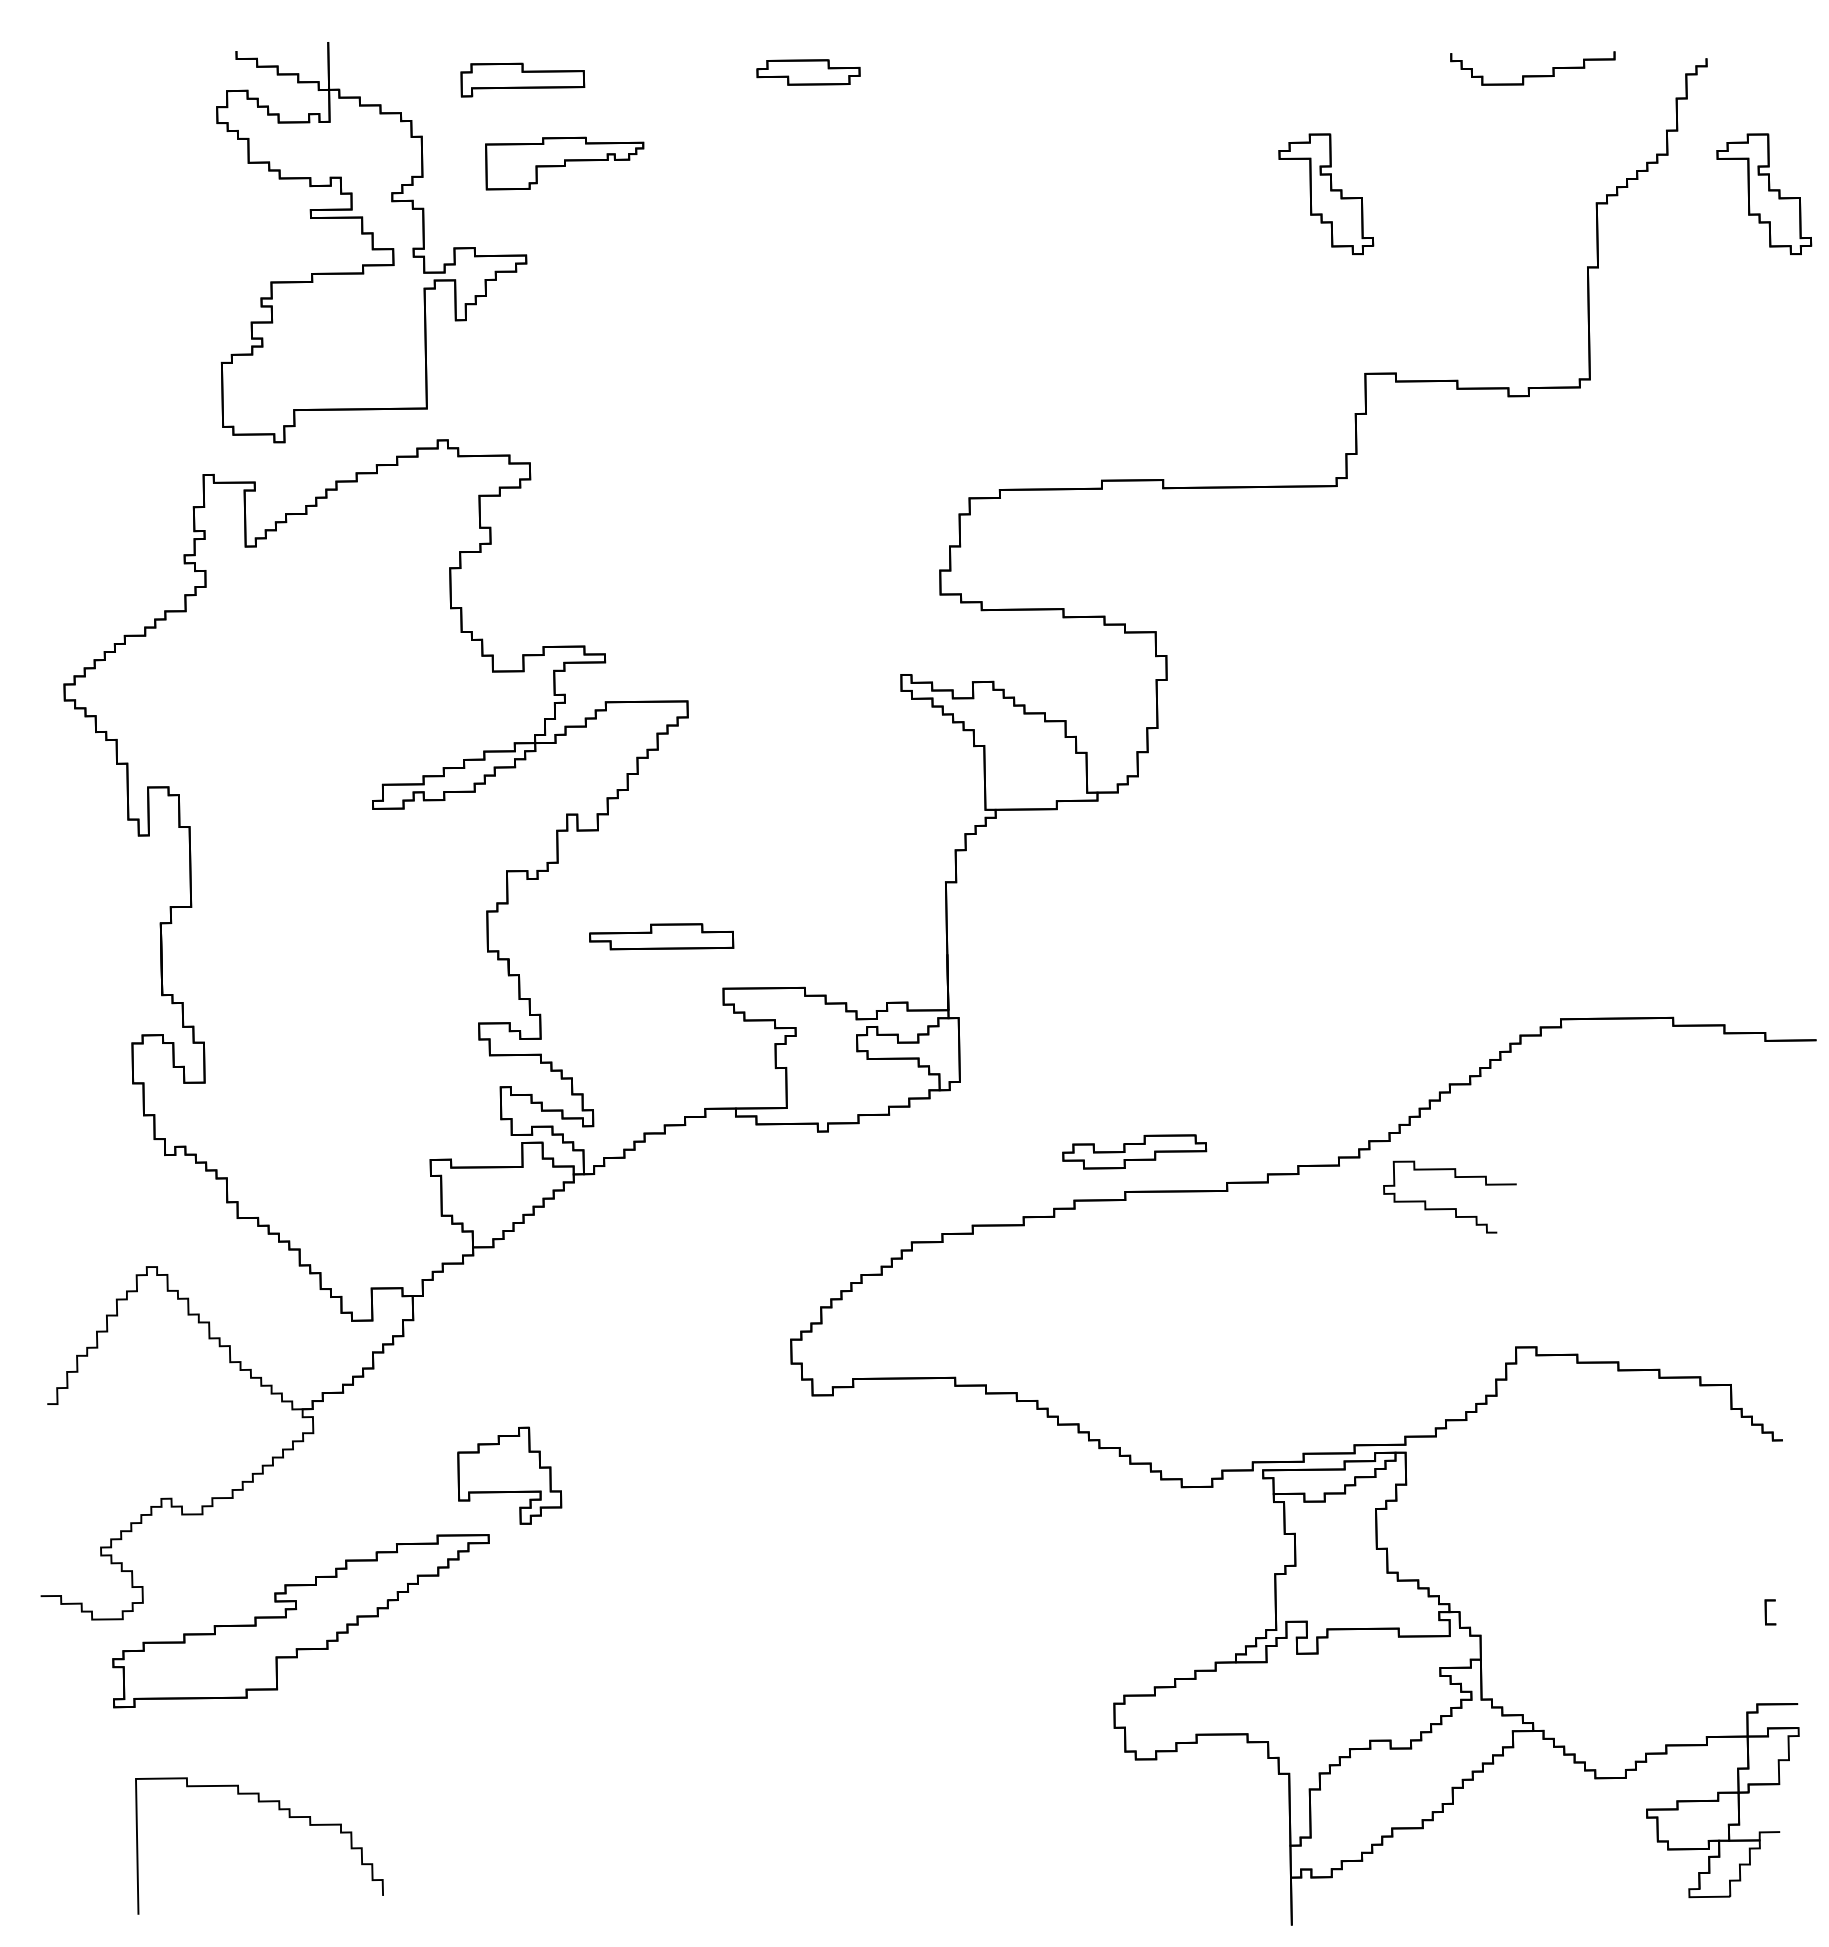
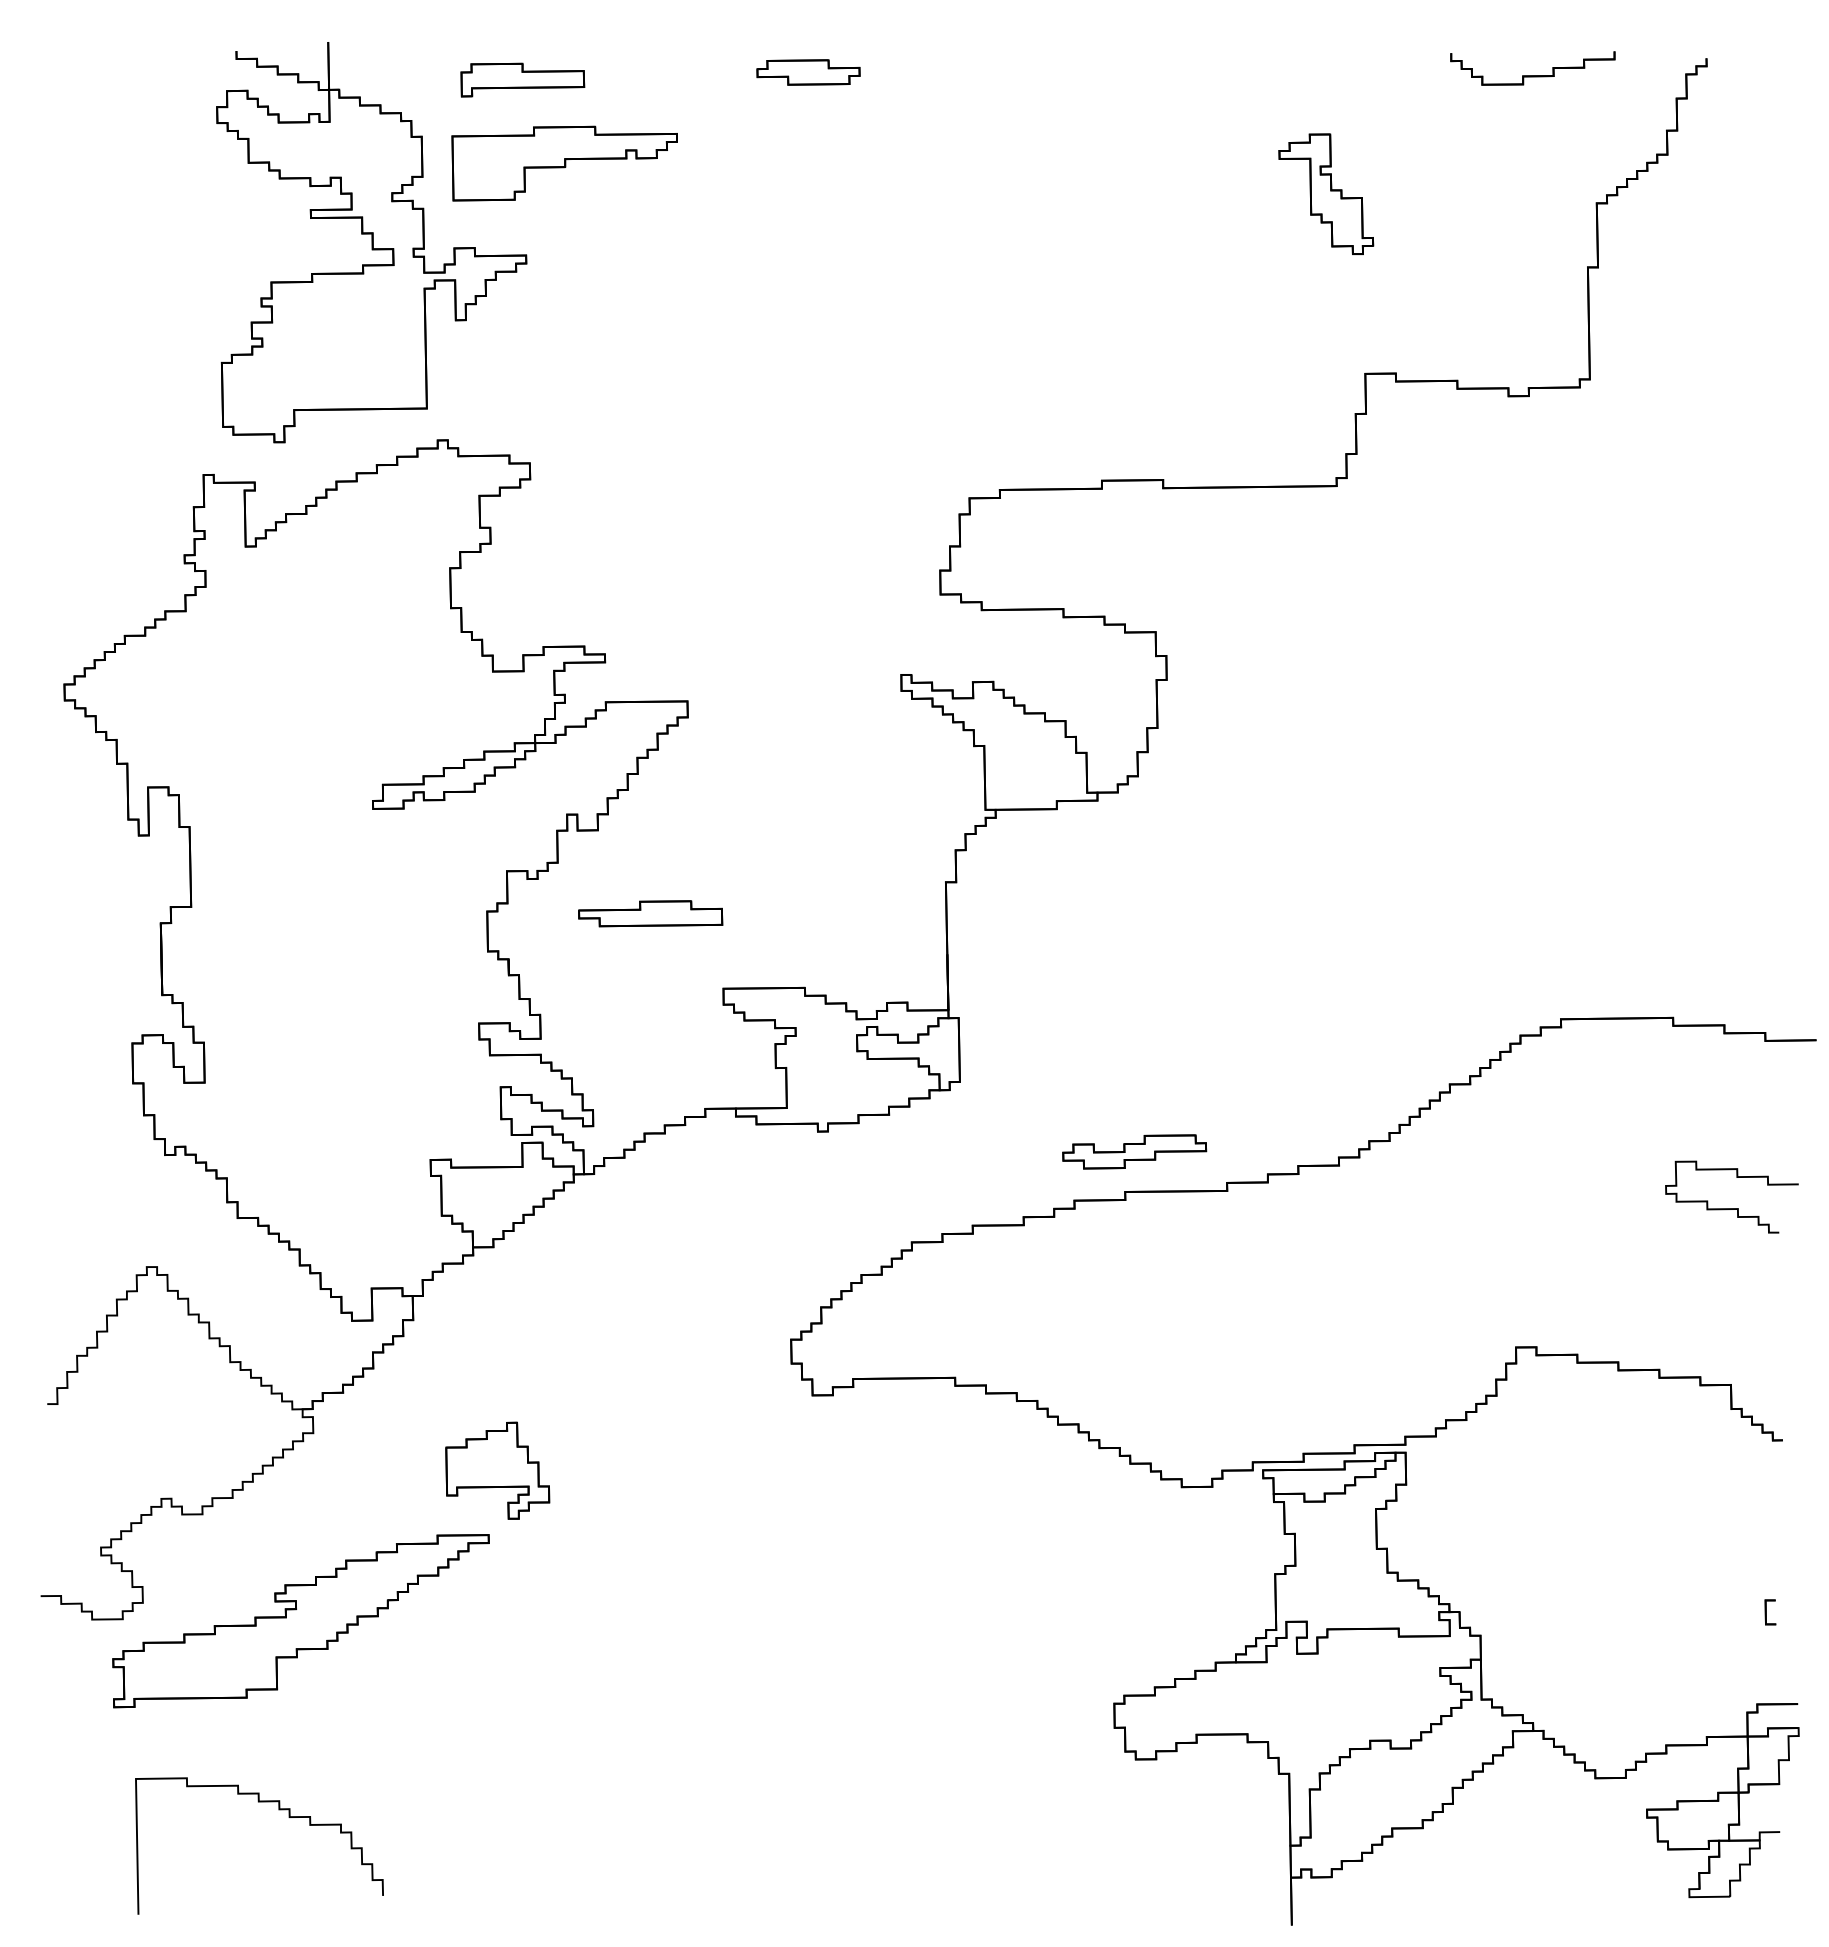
part at (564, 163) size: 160x55 px -> 227x77 px
part at (1764, 193): present -> none
part at (661, 936) position: (661, 936) -> (650, 913)
curve at (1449, 1208) position: (1449, 1208) -> (1731, 1208)
part at (509, 1475) position: (509, 1475) -> (497, 1470)
